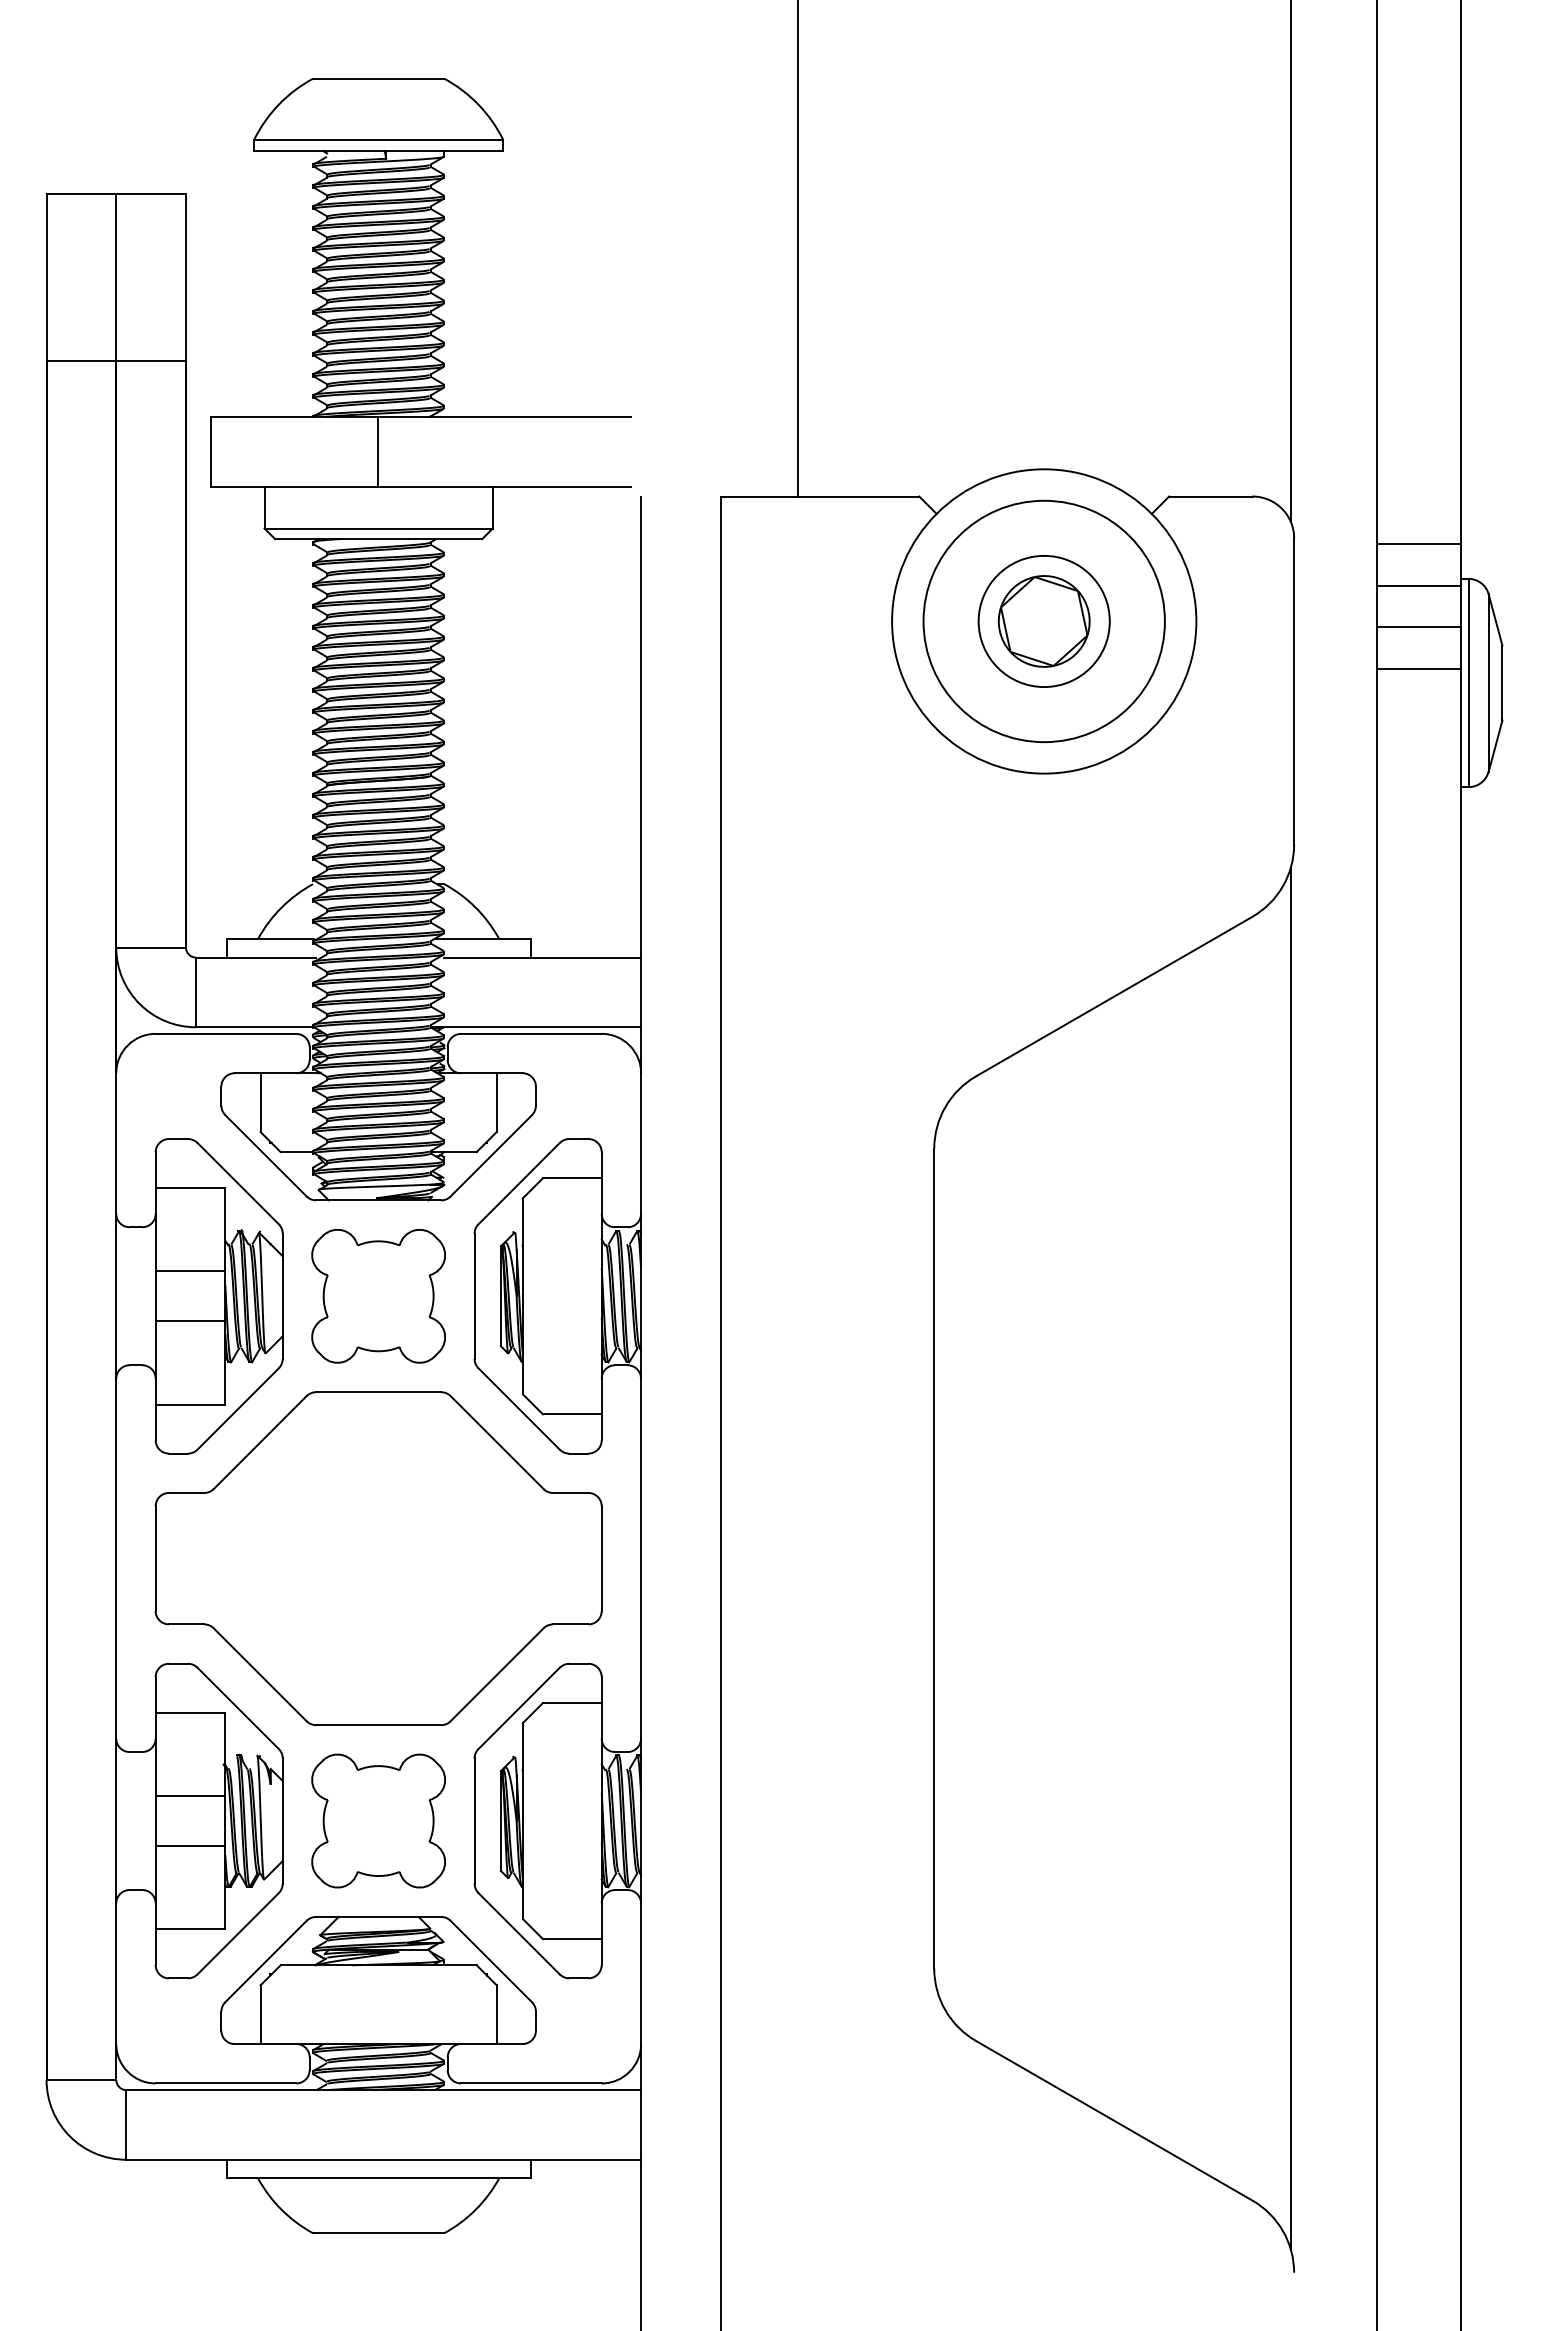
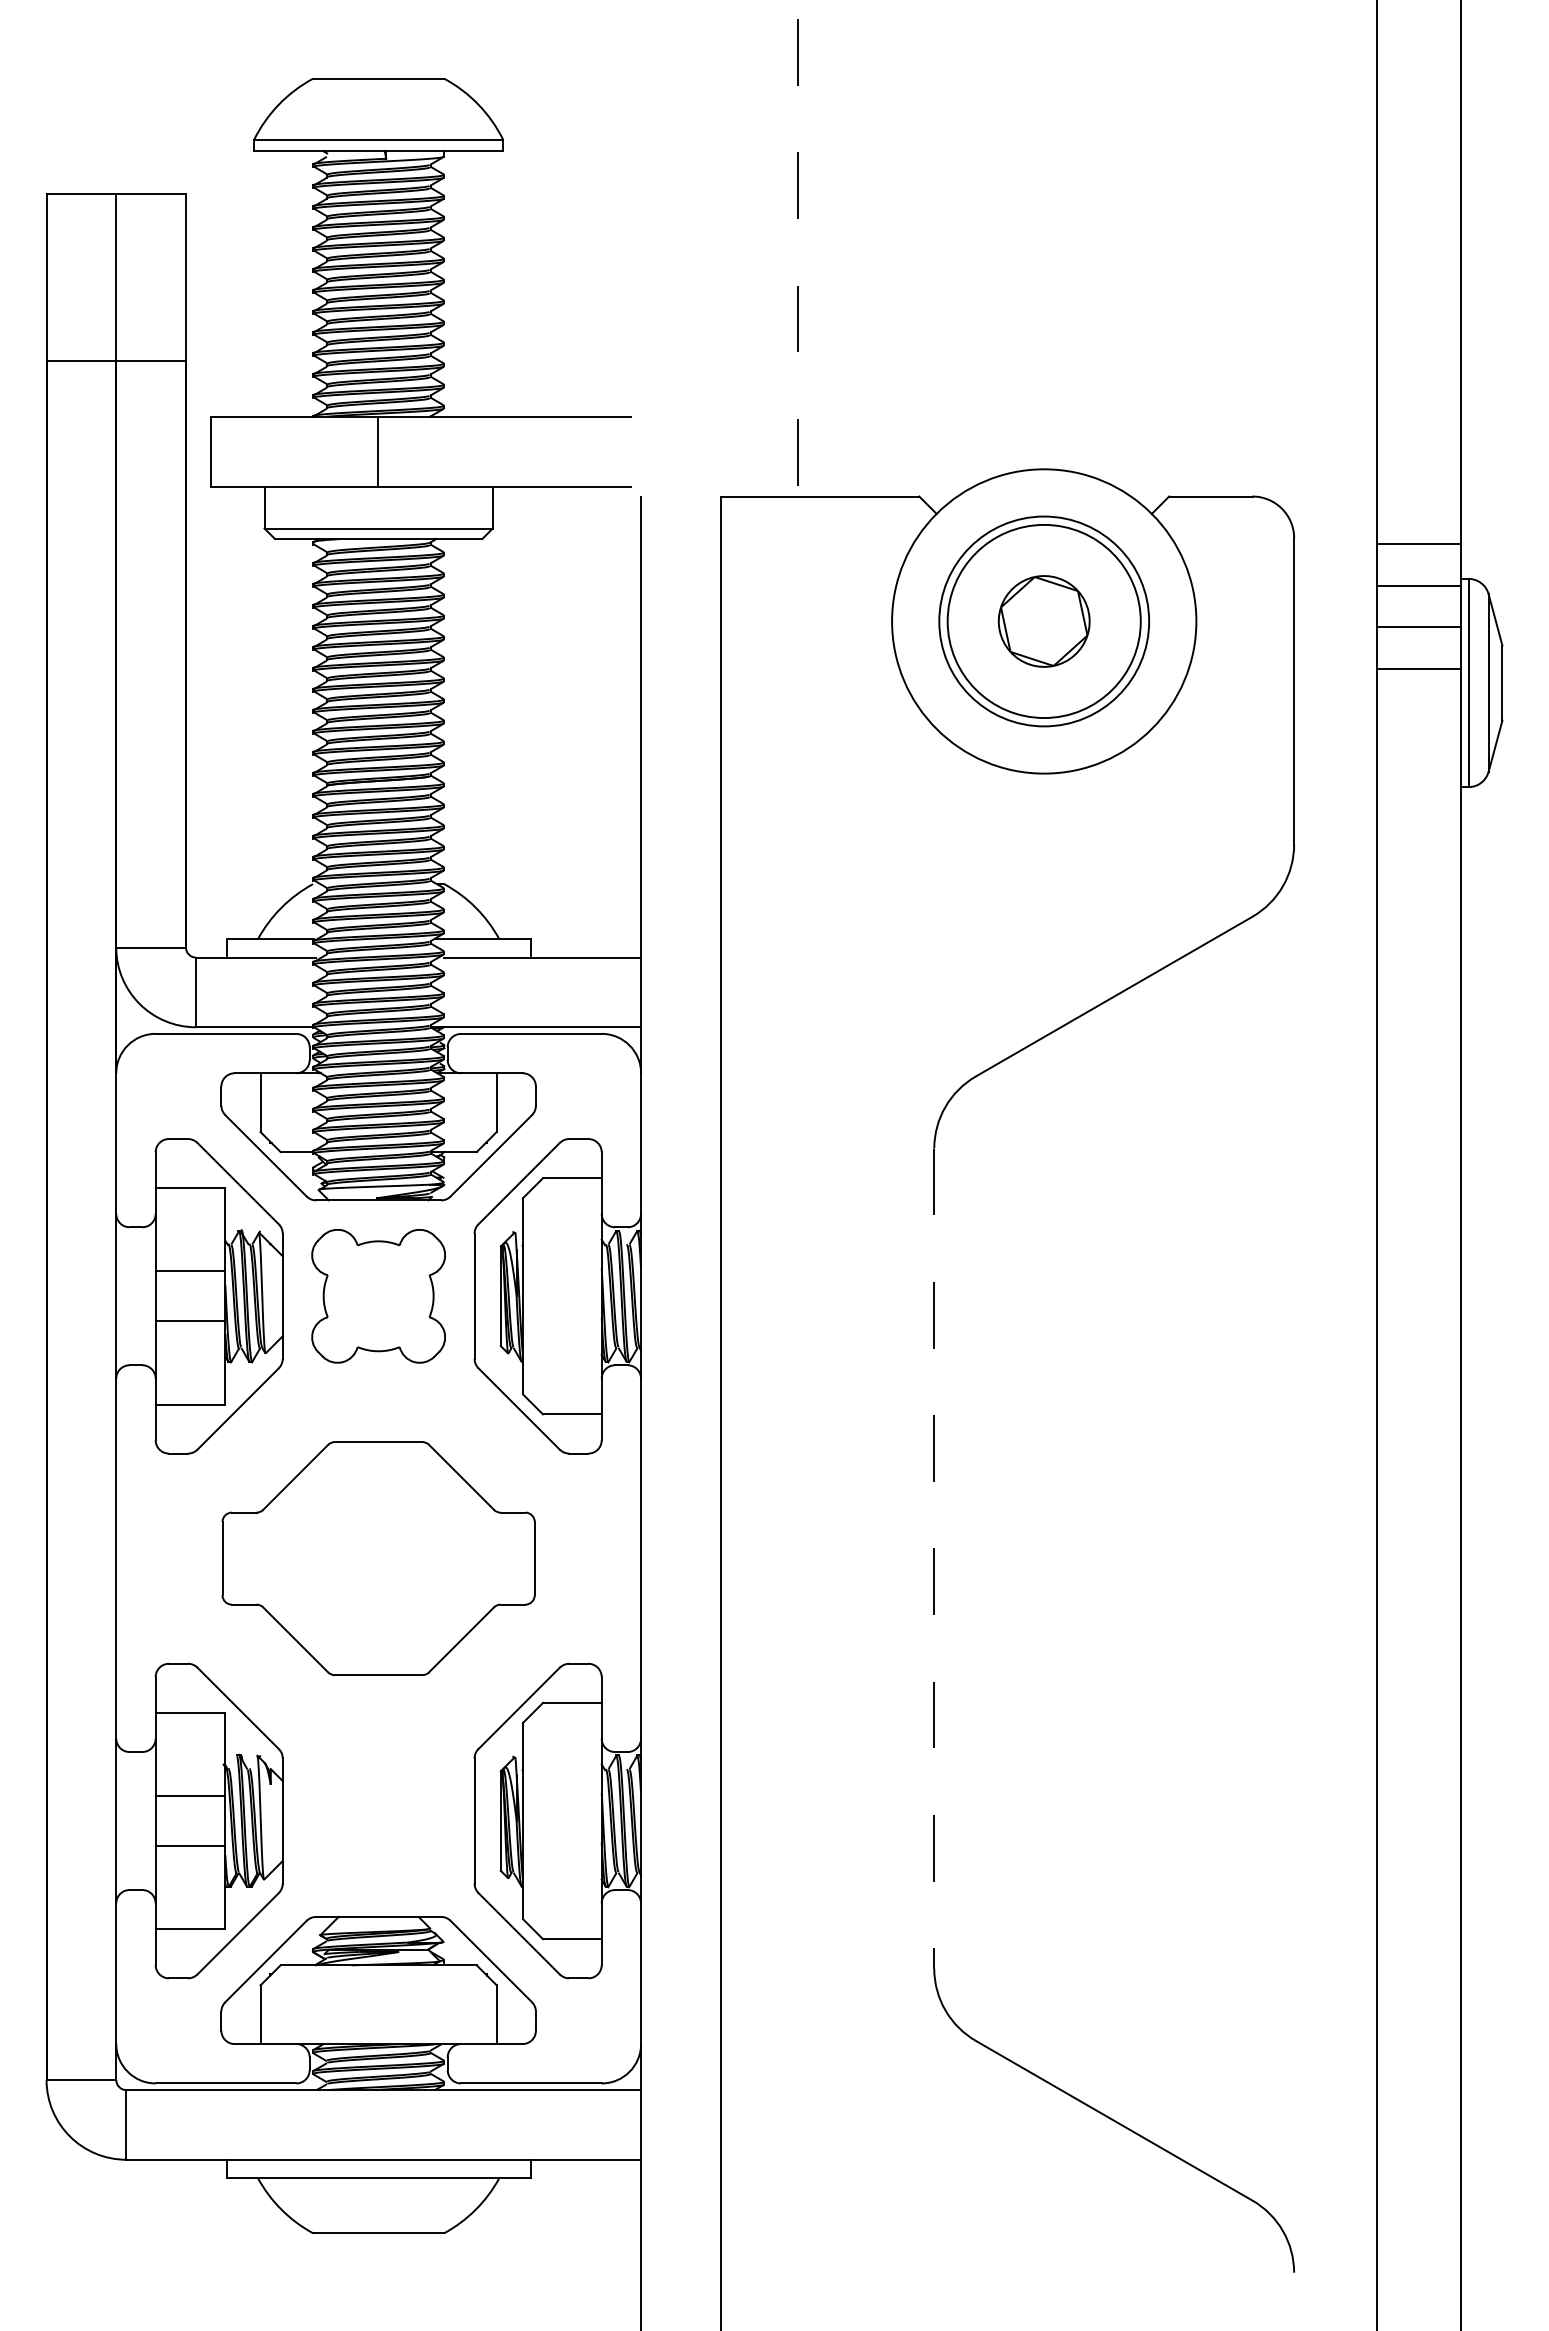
line at (797, 248): solid -> dashed
line at (1290, 261): present -> none
circle at (1043, 621) diameter: 131 px -> 210 px
circle at (1043, 621) diameter: 241 px -> 193 px
part at (378, 1558) size: 449x335 px -> 315x235 px
line at (1290, 1558): present -> none
line at (934, 1559): solid -> dashed
part at (378, 1820): present -> none
